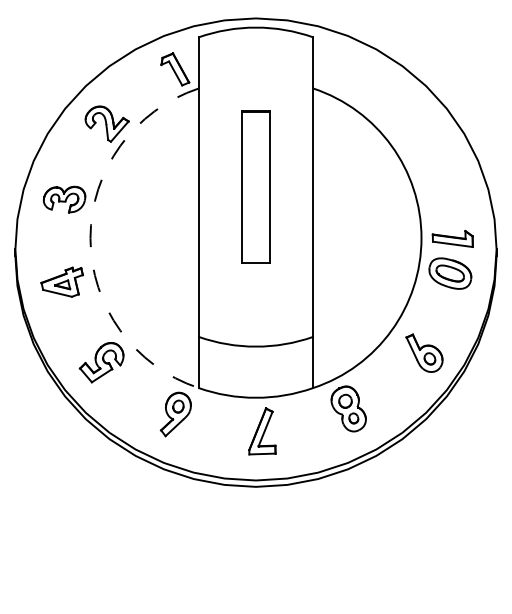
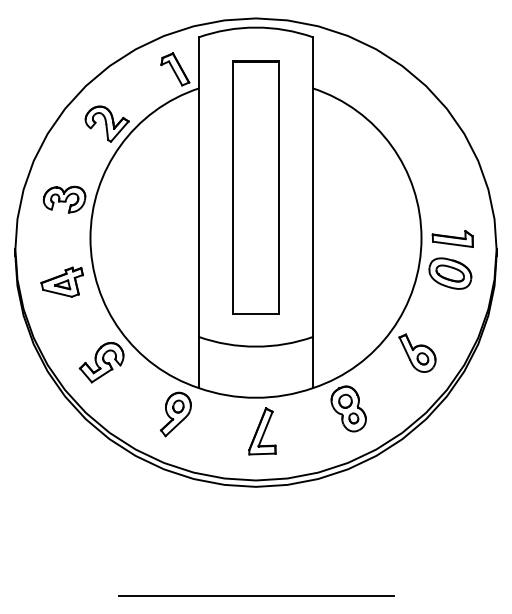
part at (255, 186) size: 30x154 px -> 48x255 px
arc at (90, 238): dashed -> solid
part at (424, 352) position: (424, 352) -> (417, 352)
line at (255, 595): none -> present
